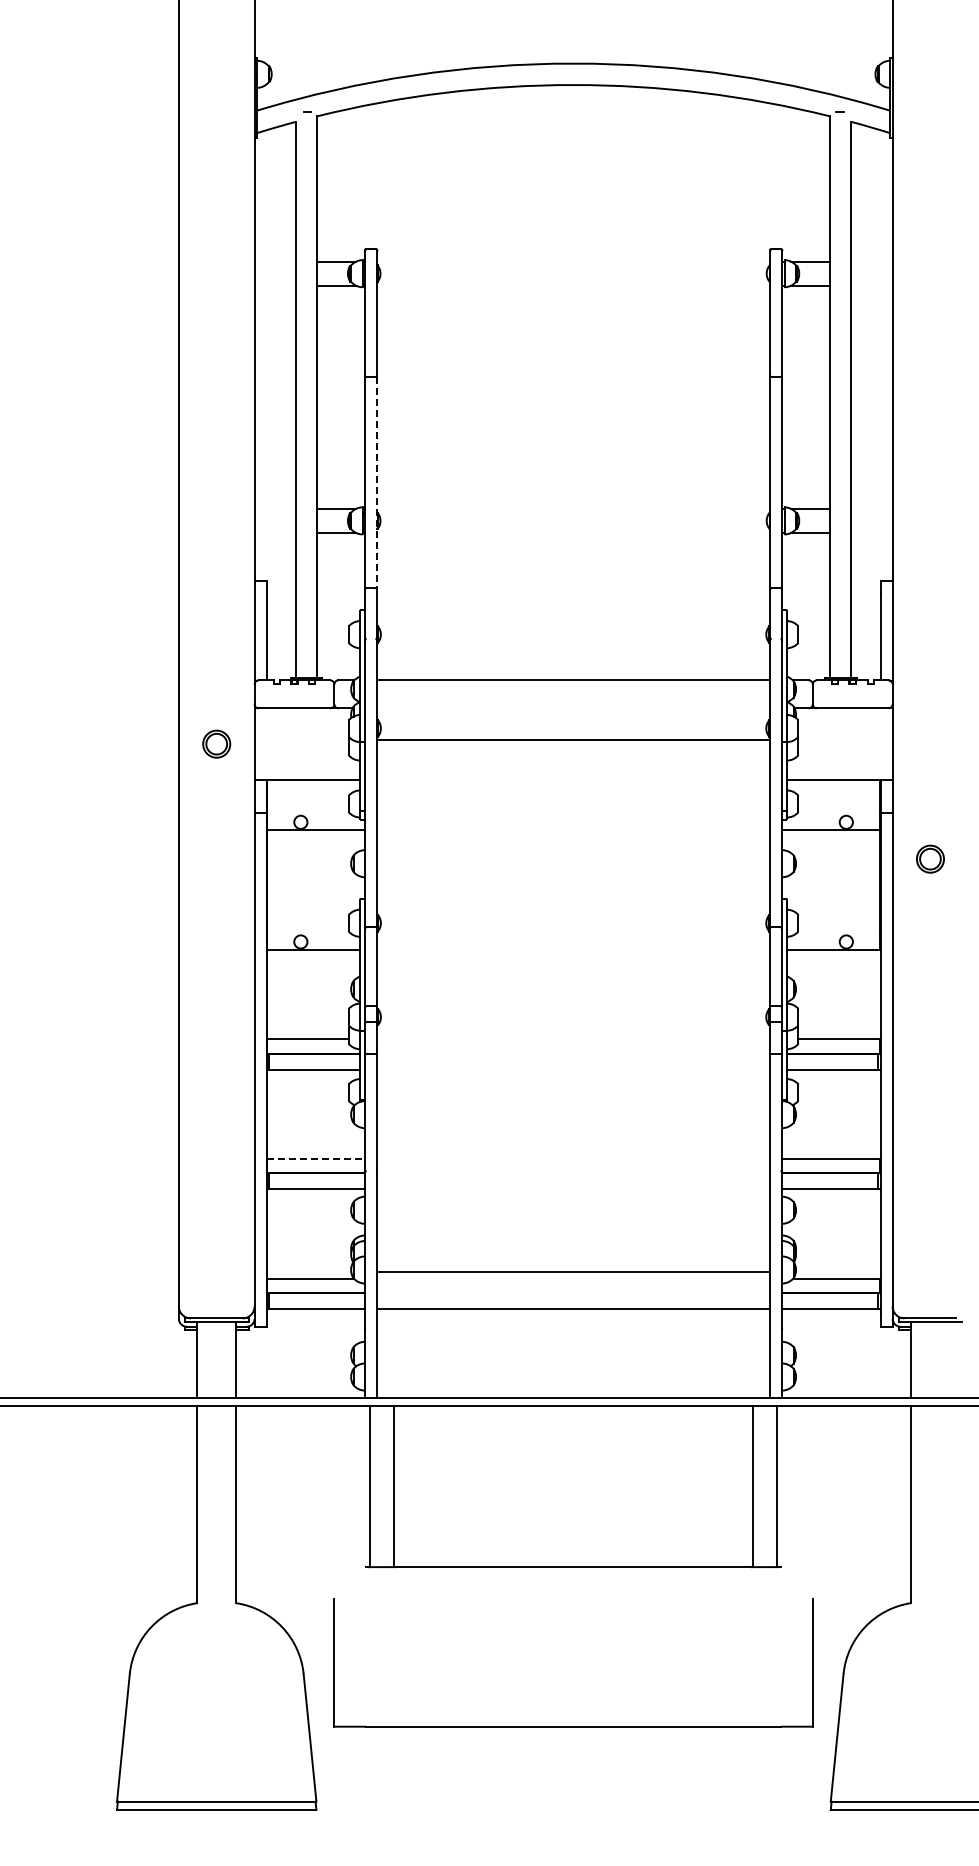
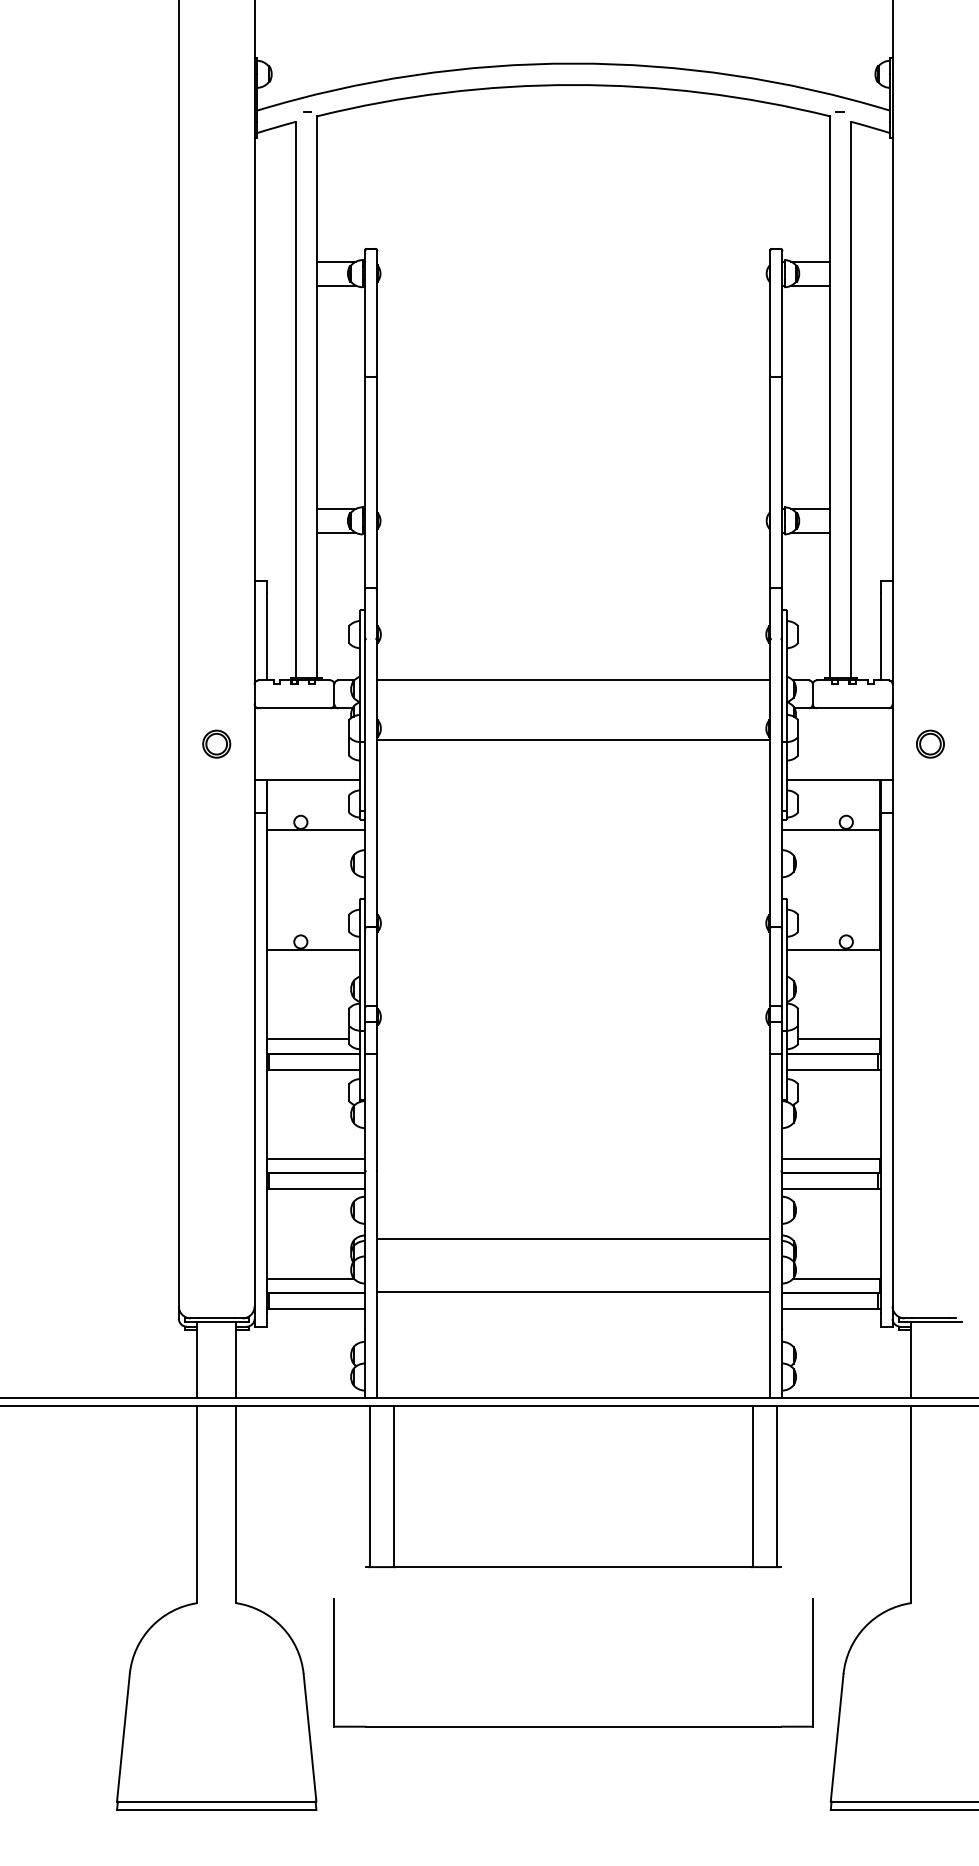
line at (377, 483): dashed -> solid
part at (930, 858) position: (930, 858) -> (930, 743)
line at (316, 1158): dashed -> solid
line at (573, 1272) position: (573, 1272) -> (573, 1239)
line at (573, 1309) position: (573, 1309) -> (573, 1292)
